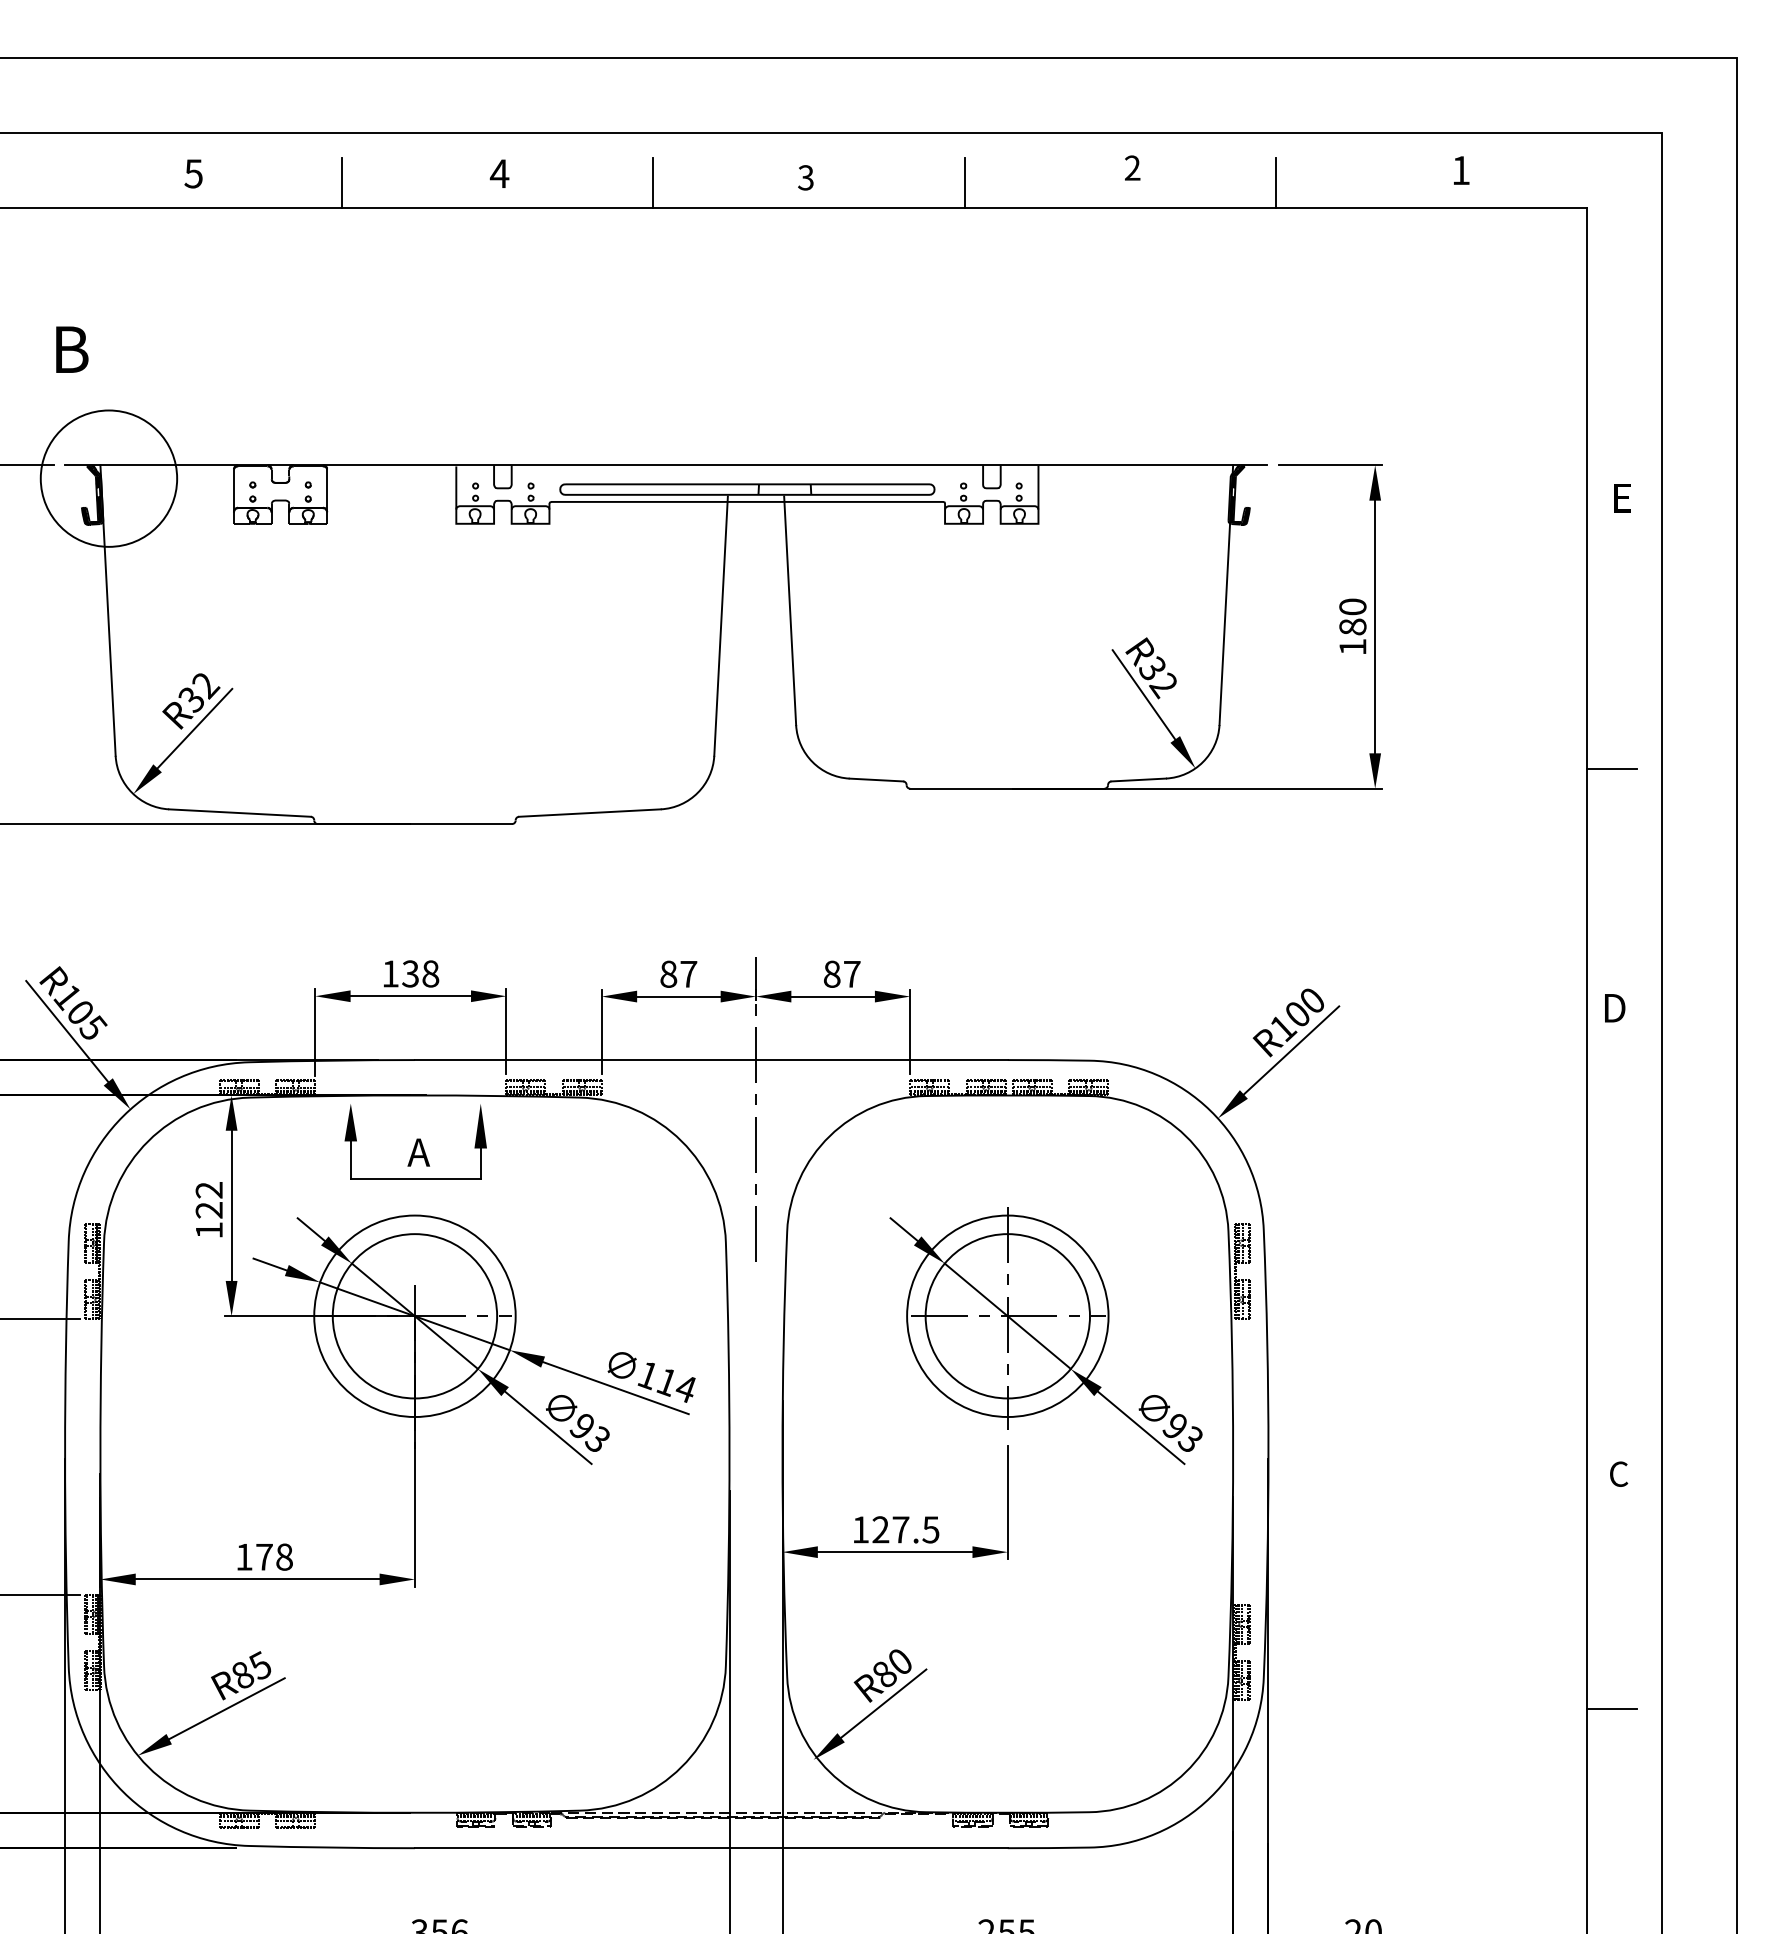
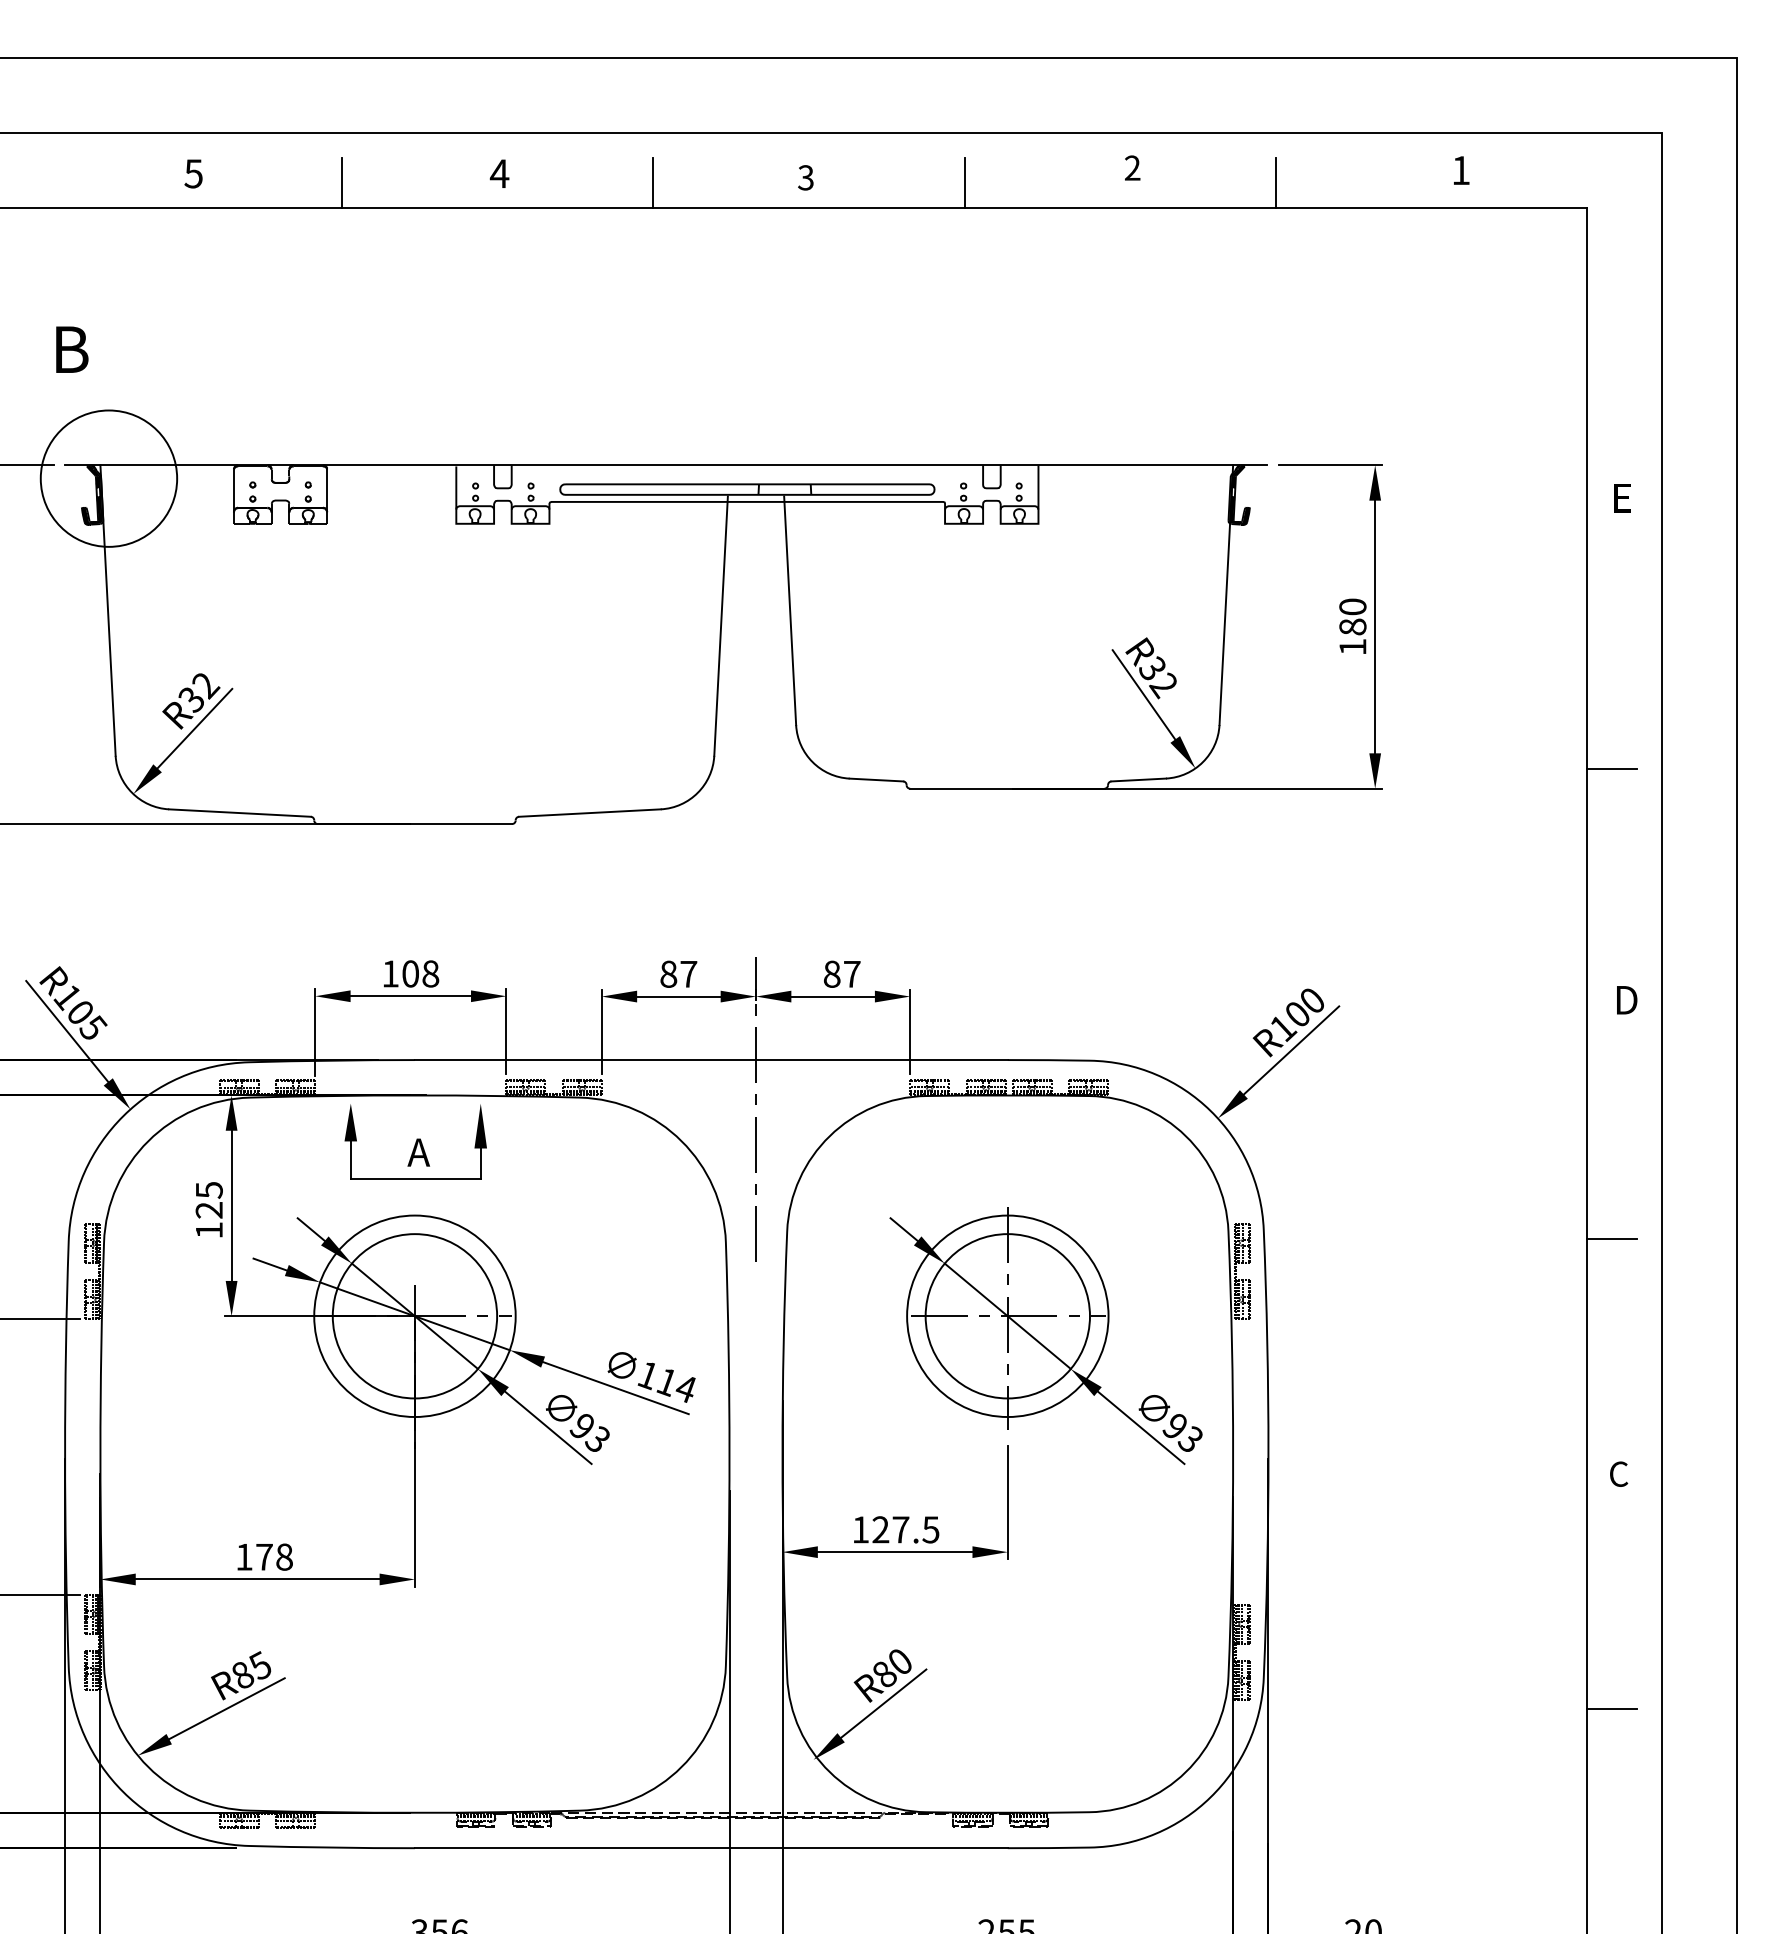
text at (410, 973): 138 -> 108
text at (1615, 1008) position: (1615, 1008) -> (1627, 1000)
text at (208, 1190): 122 -> 125
line at (1611, 1238): none -> present
